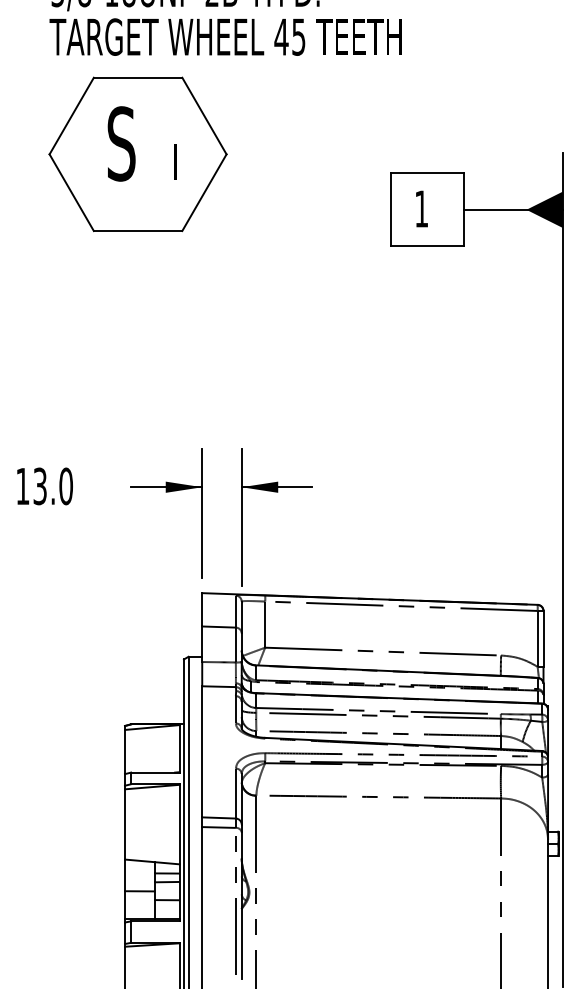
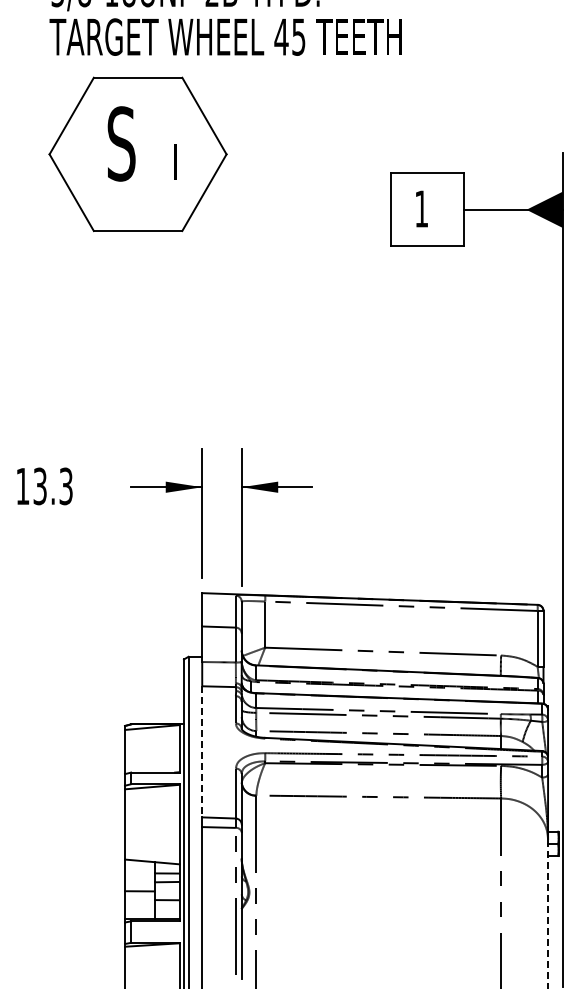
text at (65, 486): 13.0 -> 13.3
line at (202, 751): solid -> dashed
line at (548, 914): solid -> dashed
